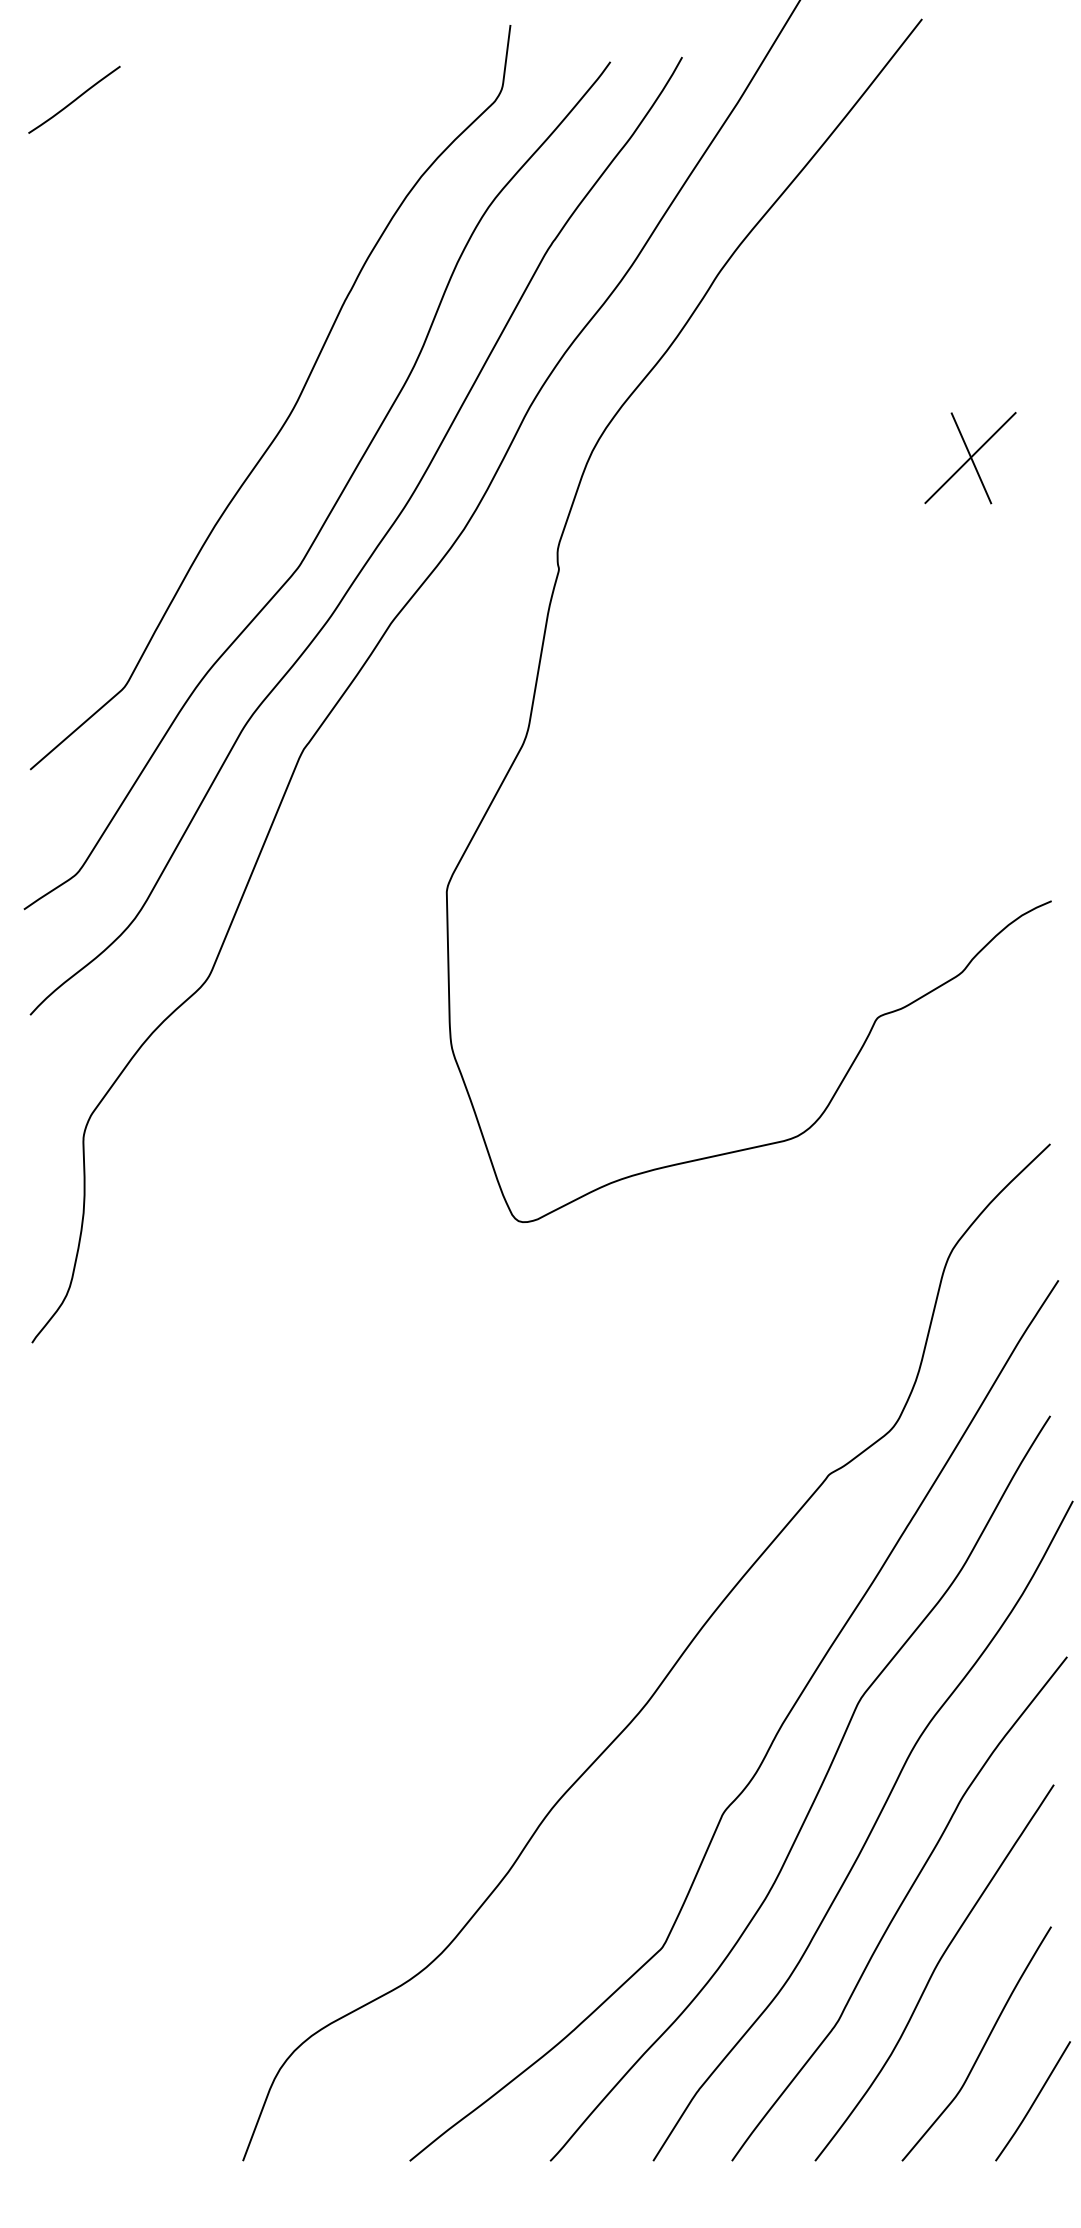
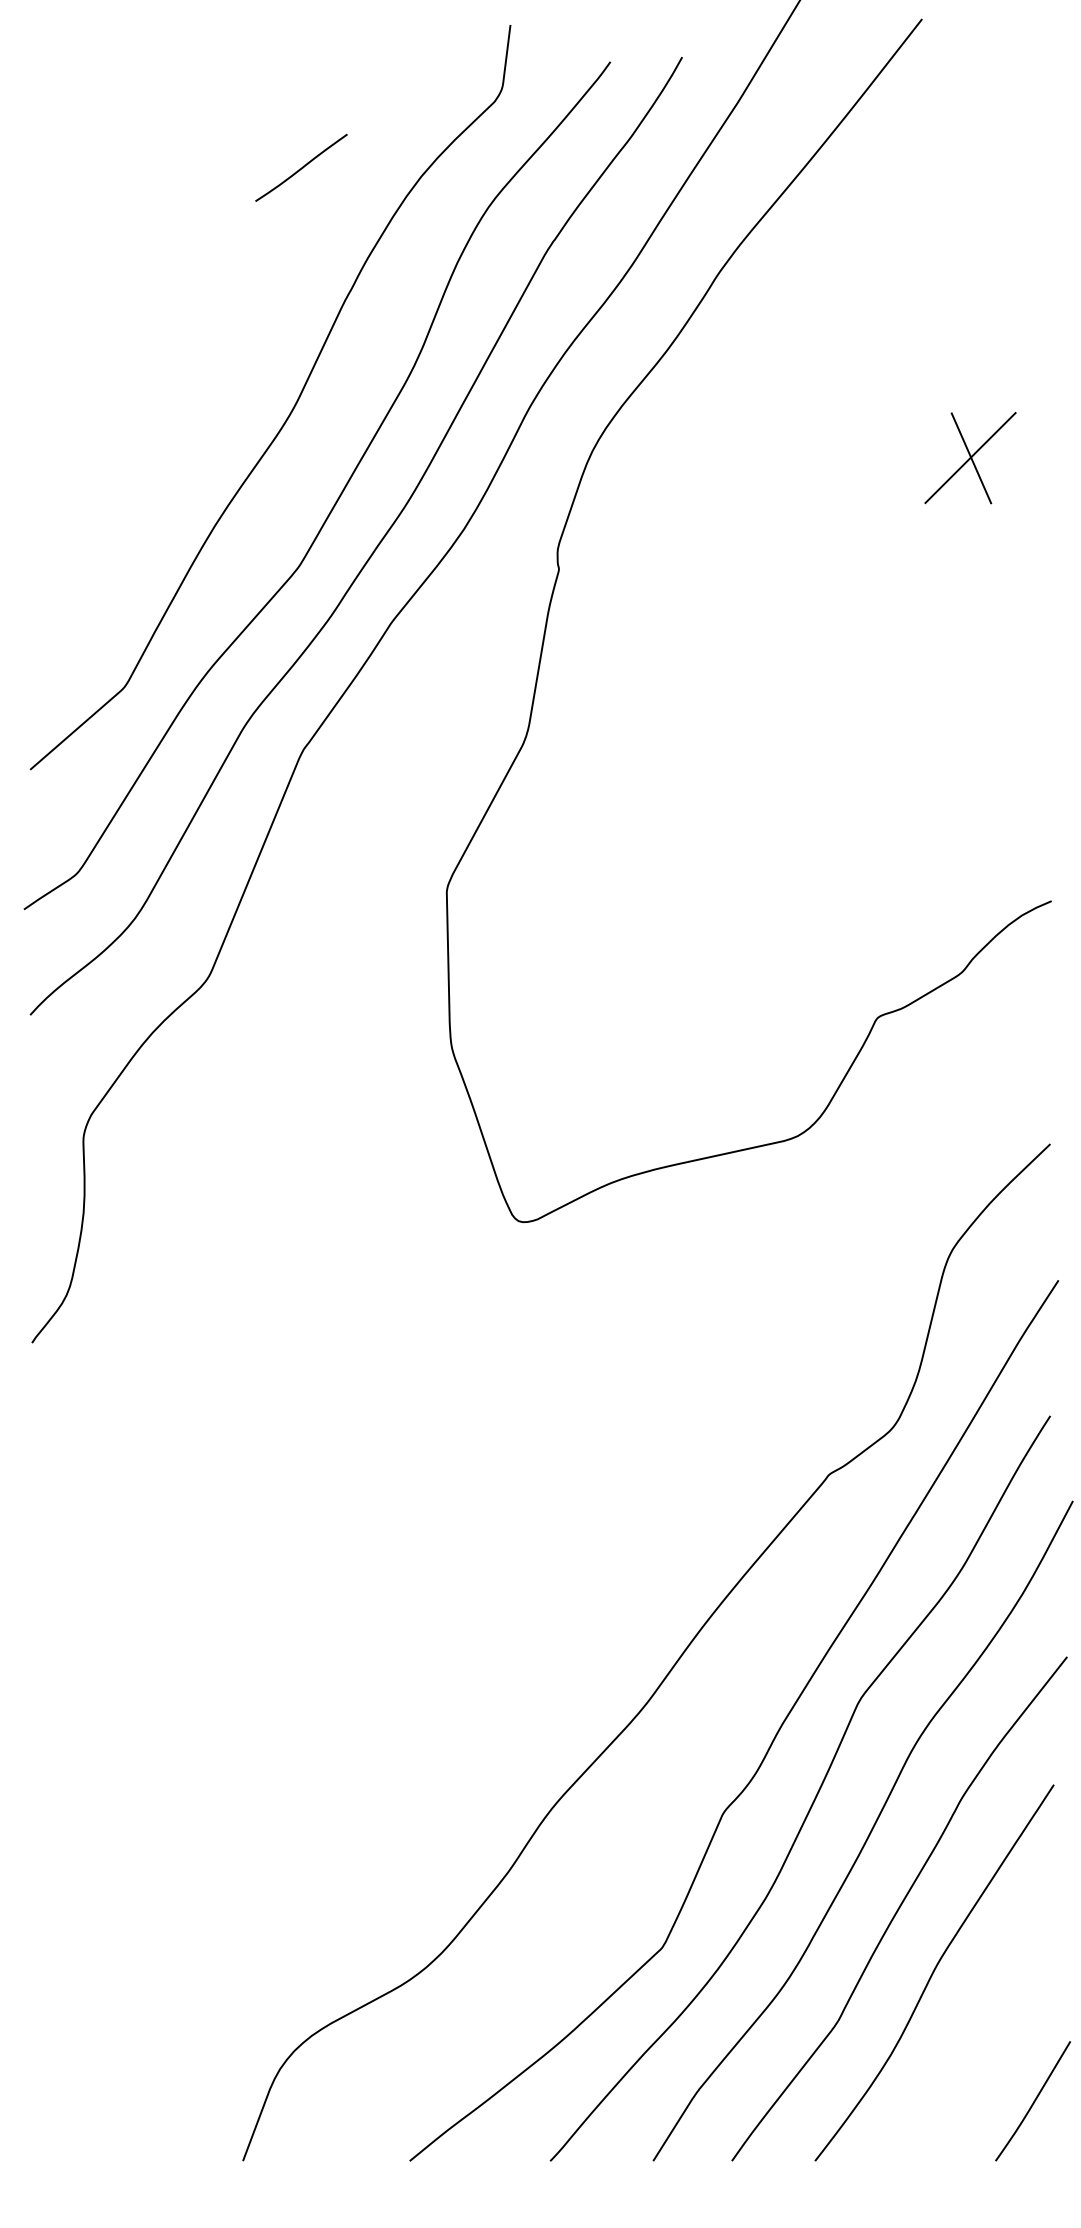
curve at (74, 99) position: (74, 99) -> (301, 167)
curve at (982, 2046): present -> none
